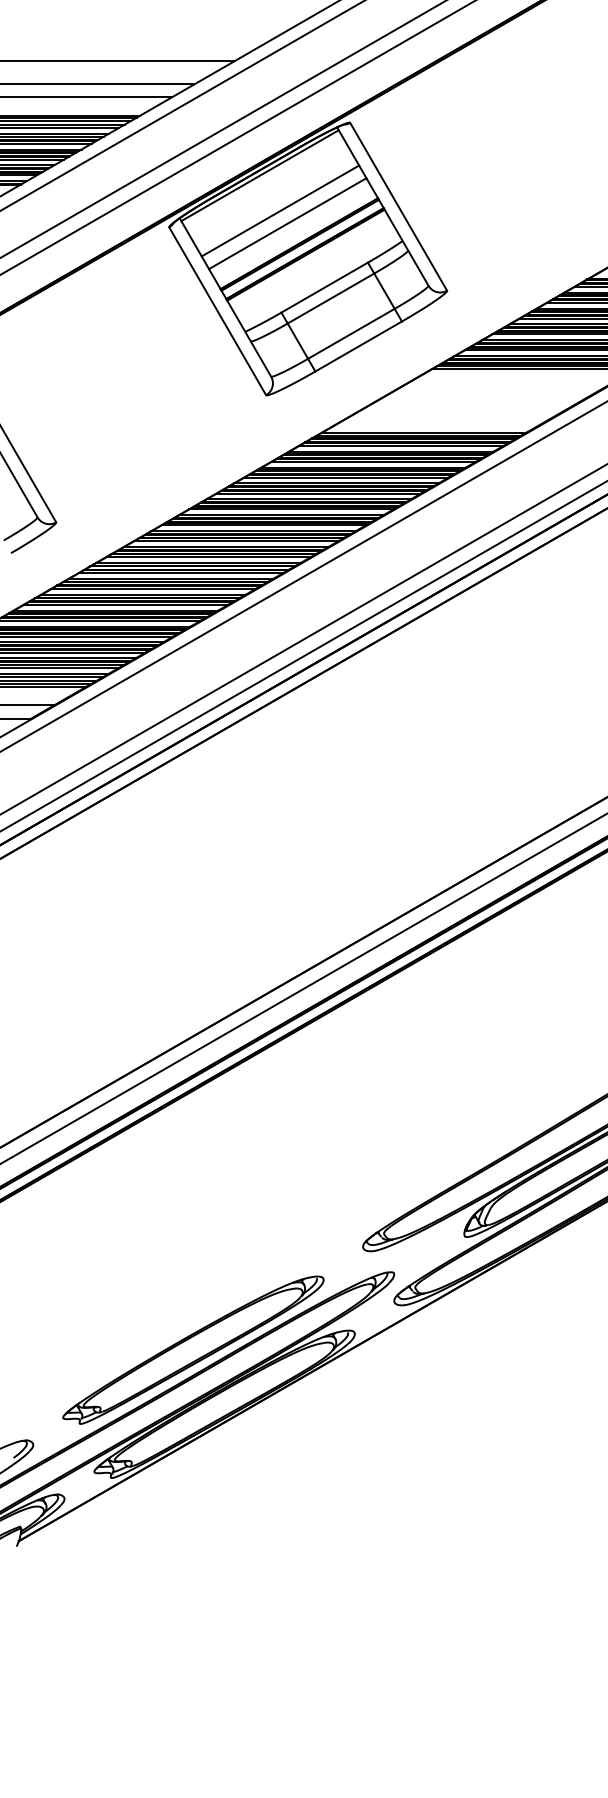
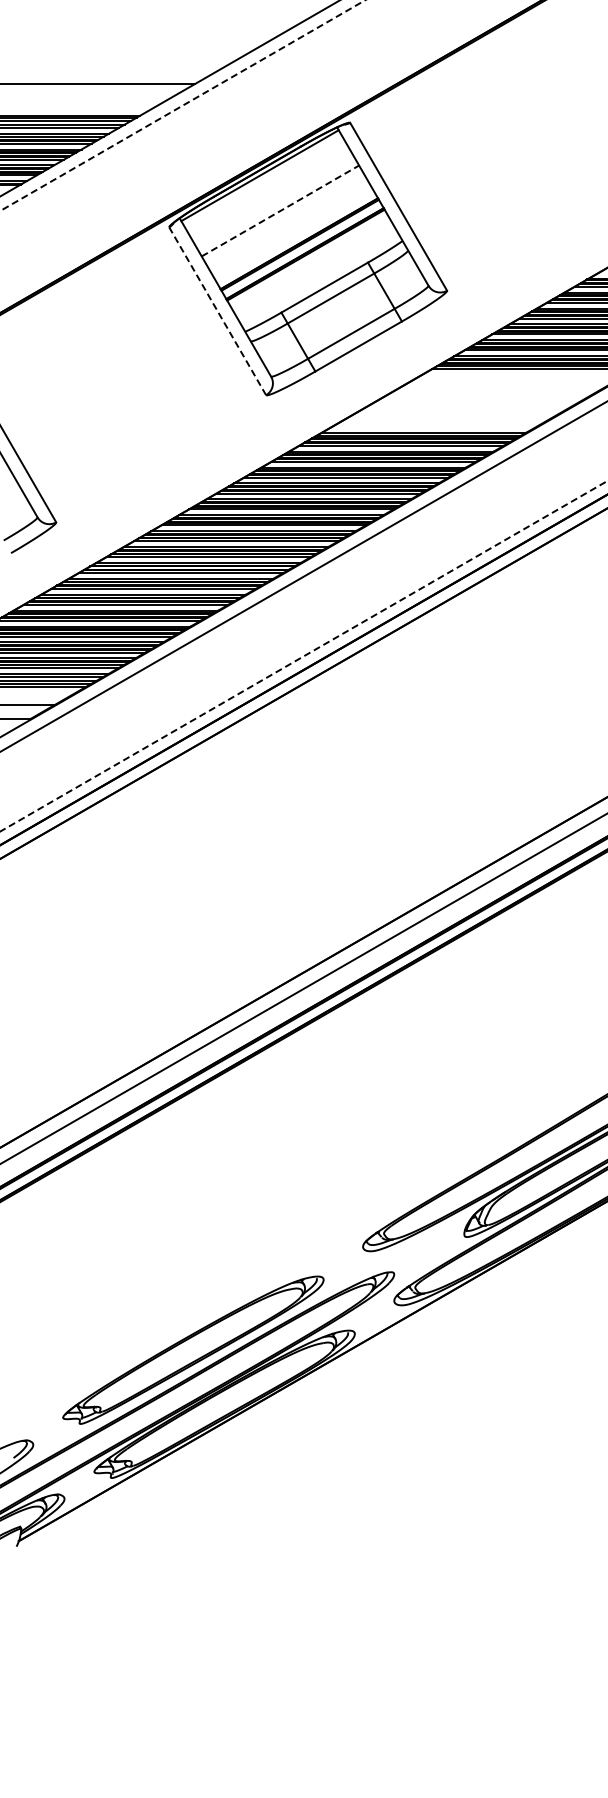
line at (118, 61): present -> none
line at (86, 97): present -> none
line at (182, 105): solid -> dashed
line at (222, 129): present -> none
line at (237, 137): present -> none
line at (280, 210): solid -> dashed
line at (287, 223): present -> none
line at (217, 311): solid -> dashed
line at (303, 639): present -> none
line at (303, 656): solid -> dashed
